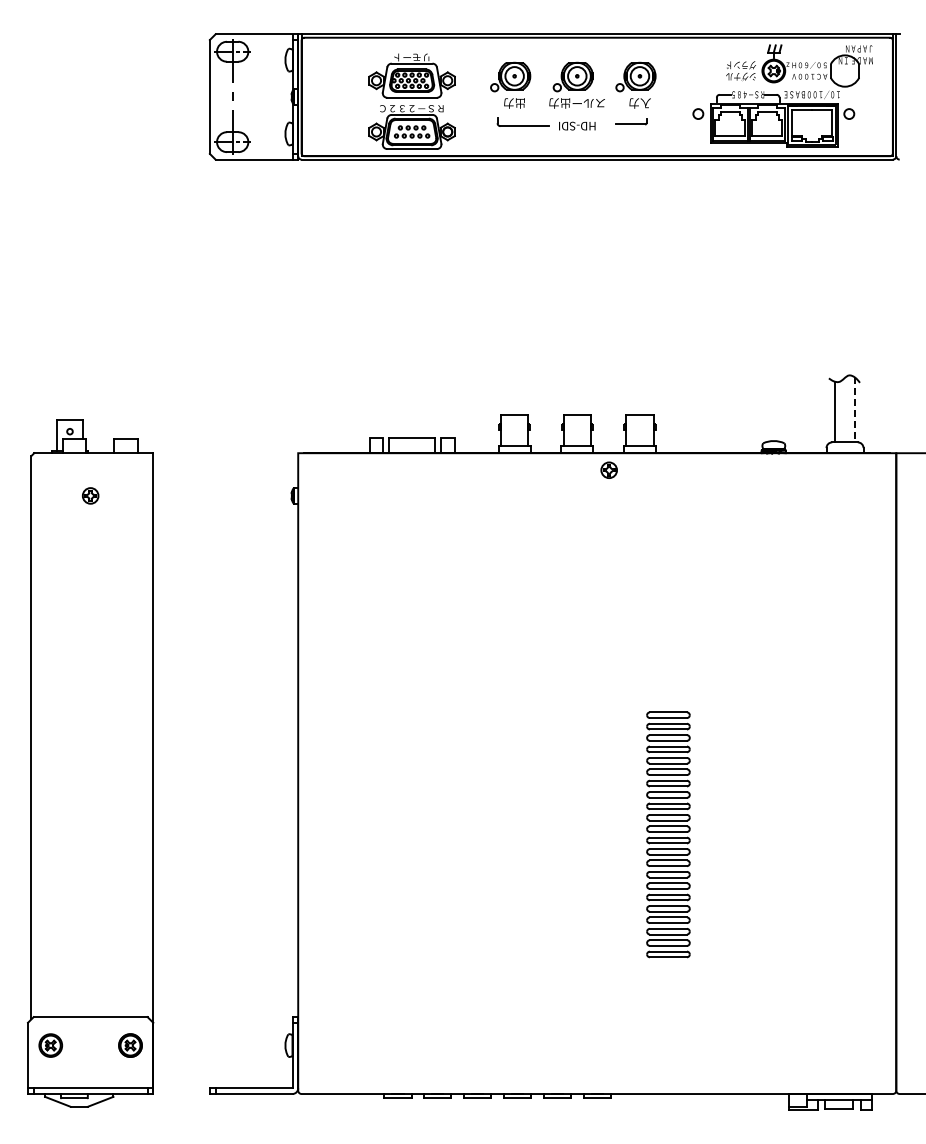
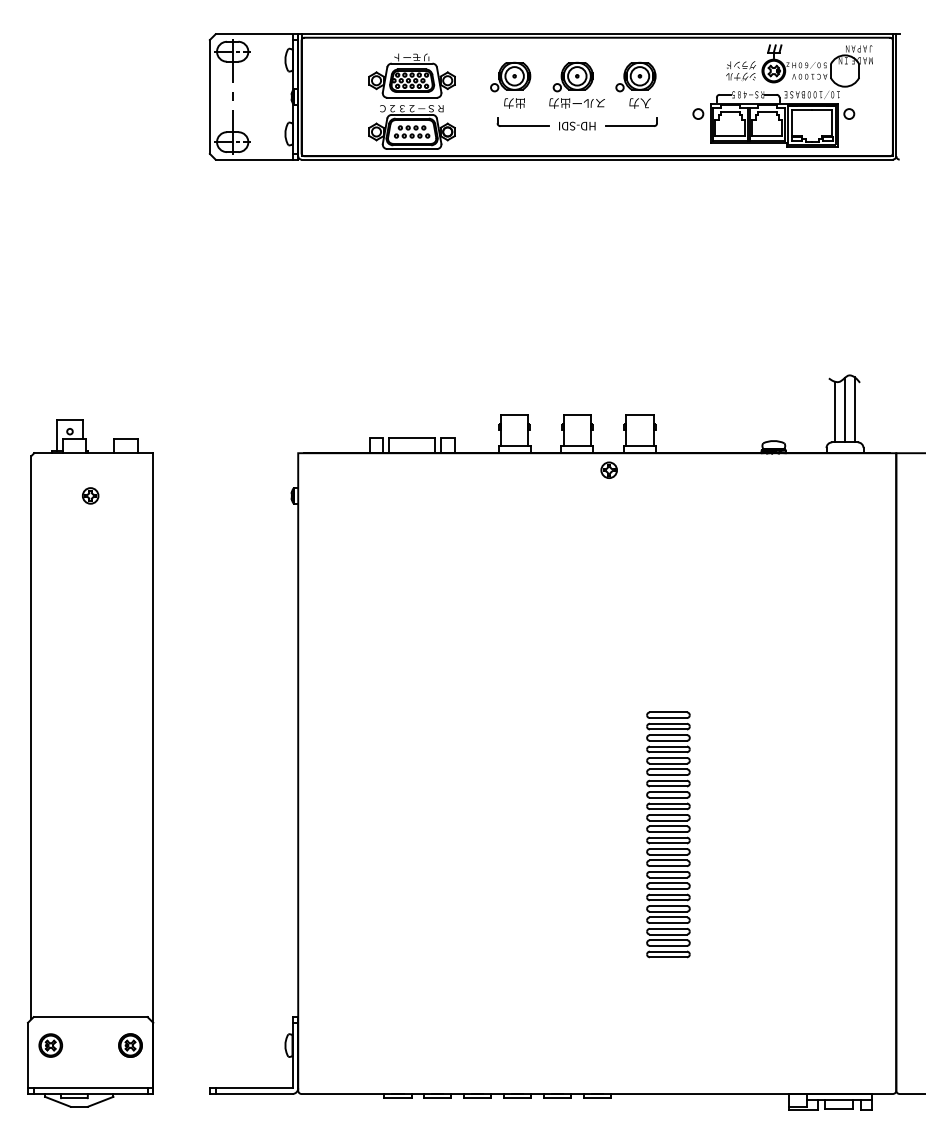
part at (631, 121) size: 33x8 px -> 53x10 px
line at (845, 409): none -> present
line at (854, 410): dashed -> solid
